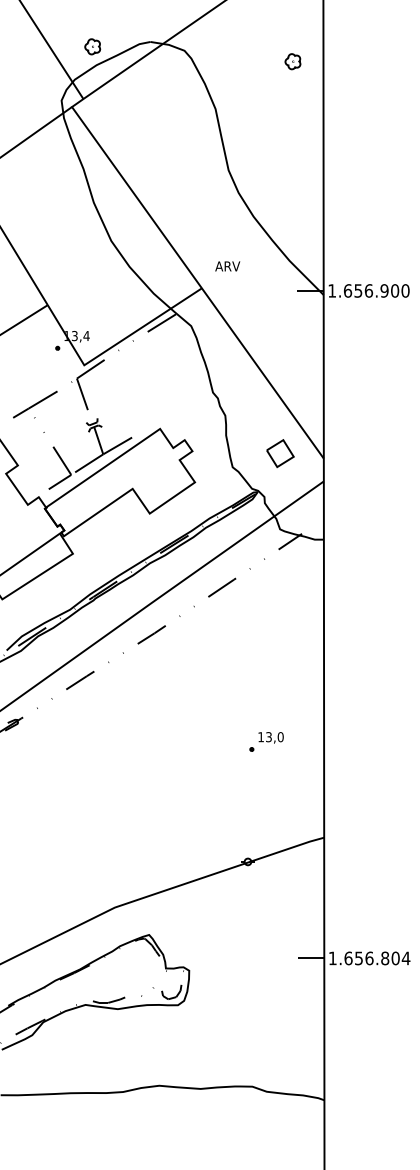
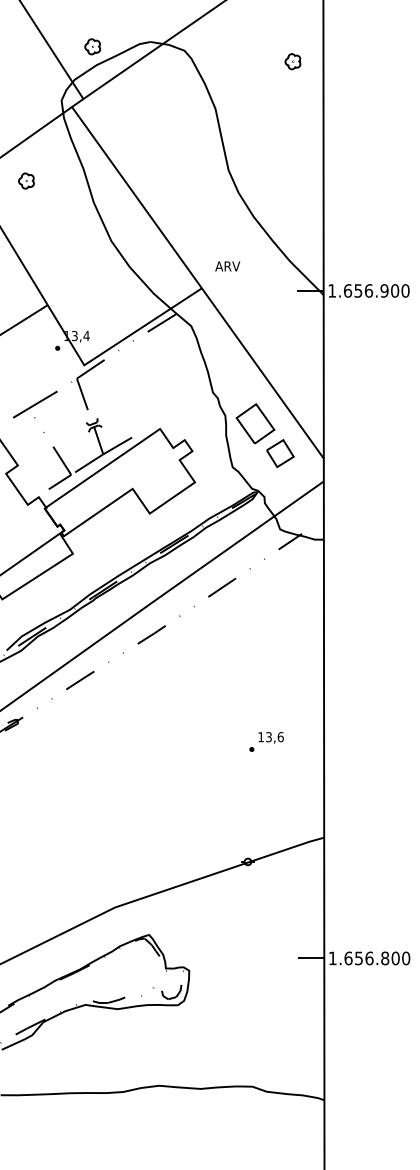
part at (26, 180): none -> present
part at (255, 423): none -> present
text at (280, 736): 13,0 -> 13,6
text at (405, 958): 1.656.804 -> 1.656.800
